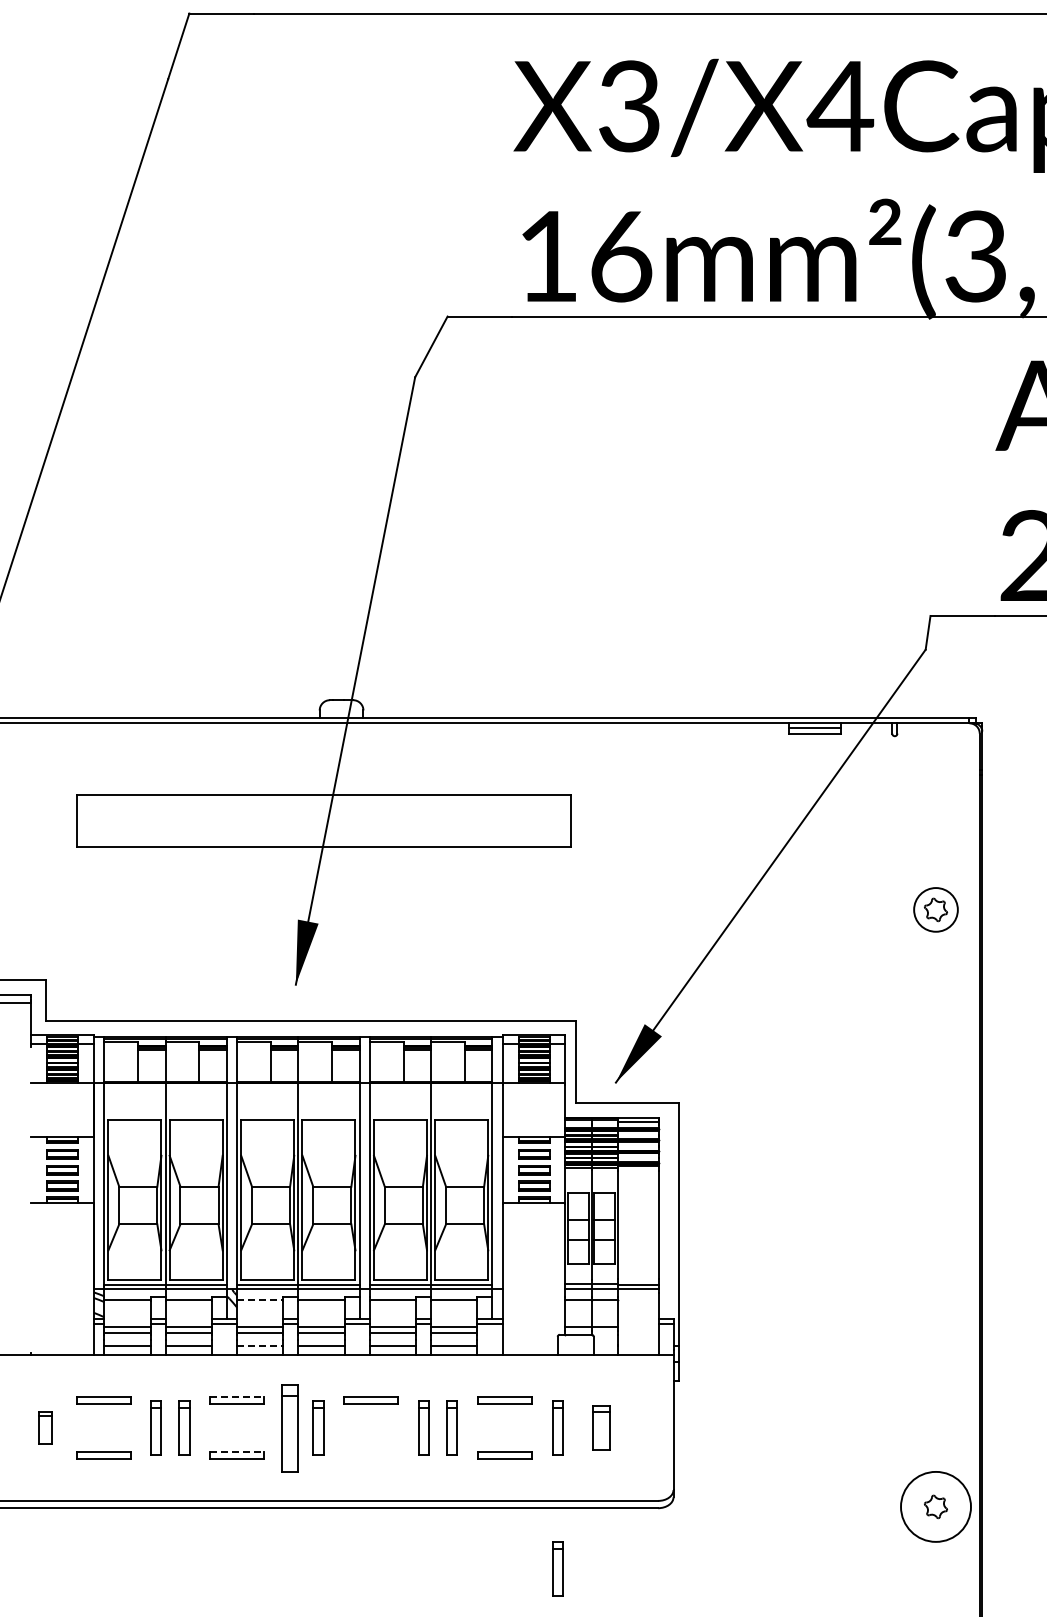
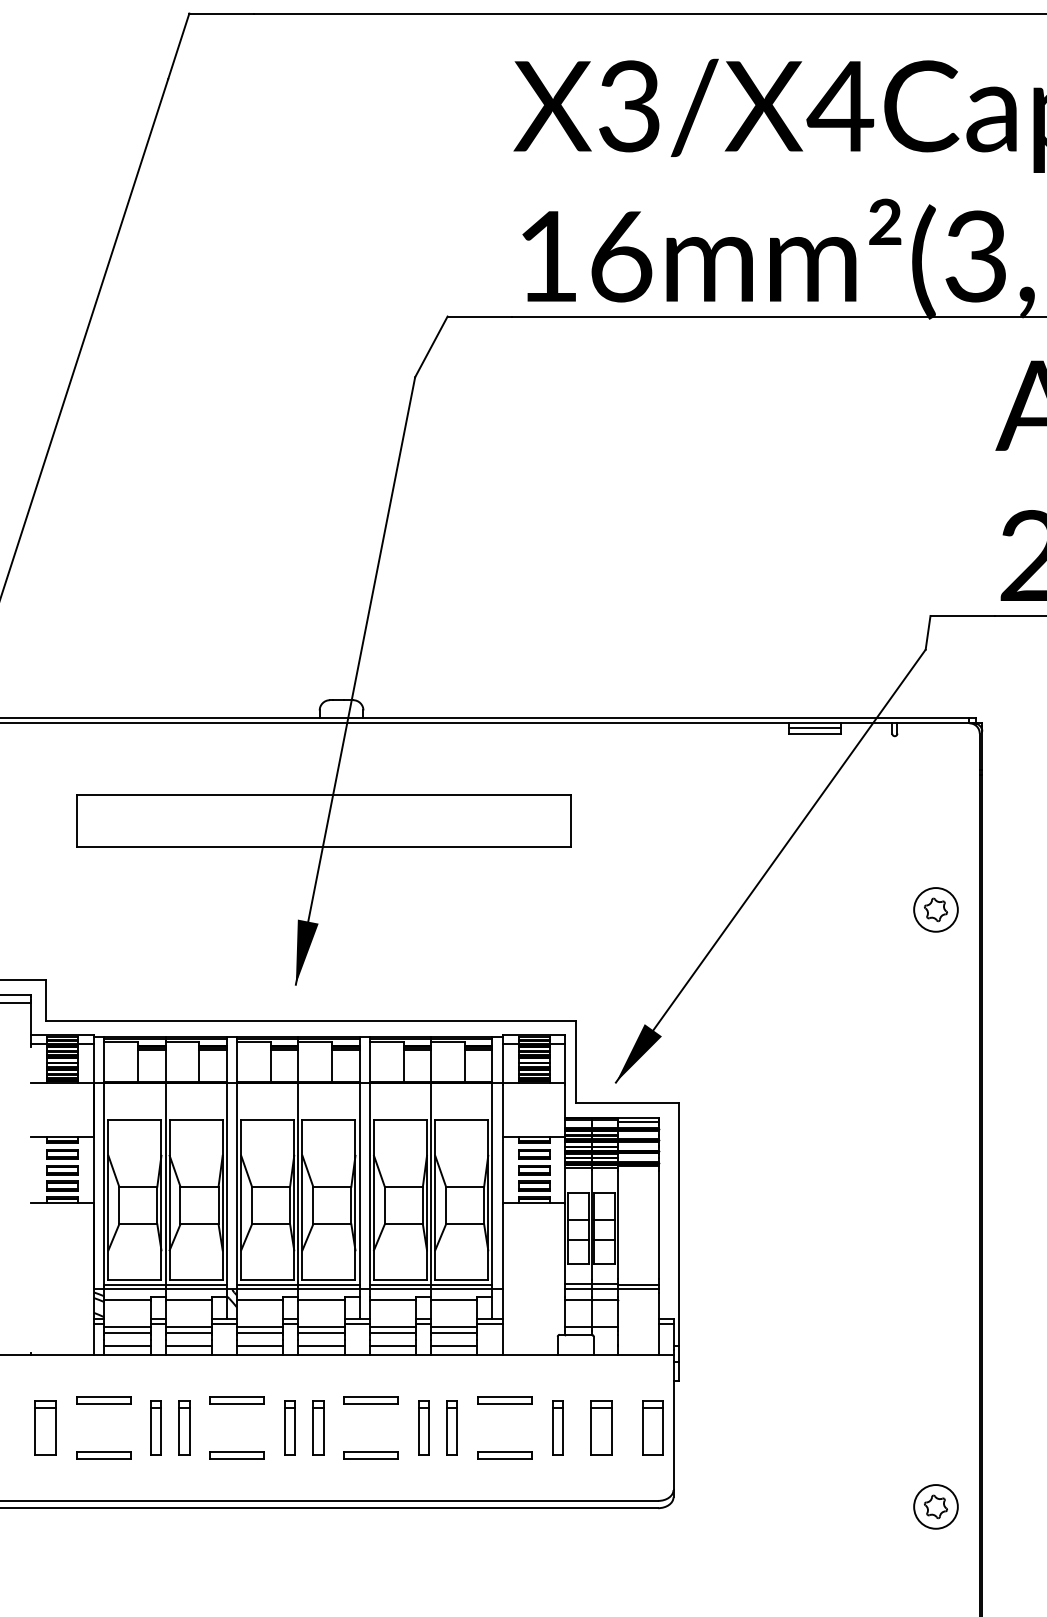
line at (260, 1299): dashed -> solid
line at (260, 1346): dashed -> solid
line at (237, 1397): dashed -> solid
part at (45, 1427) size: 15x34 px -> 23x56 px
part at (601, 1427) size: 19x46 px -> 23x56 px
part at (652, 1427): none -> present
part at (289, 1428) size: 18x89 px -> 12x56 px
line at (237, 1451): dashed -> solid
part at (370, 1455): none -> present
circle at (936, 1506) diameter: 70 px -> 44 px
part at (557, 1568): present -> none
